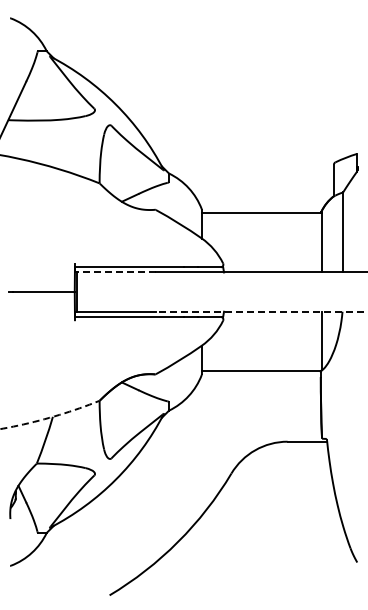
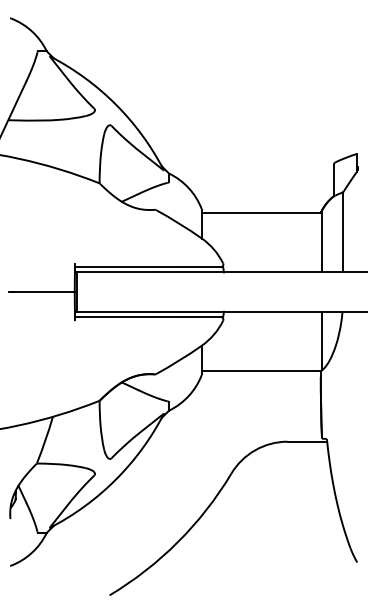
line at (116, 272): dashed -> solid
line at (262, 311): dashed -> solid
arc at (51, 417): dashed -> solid
